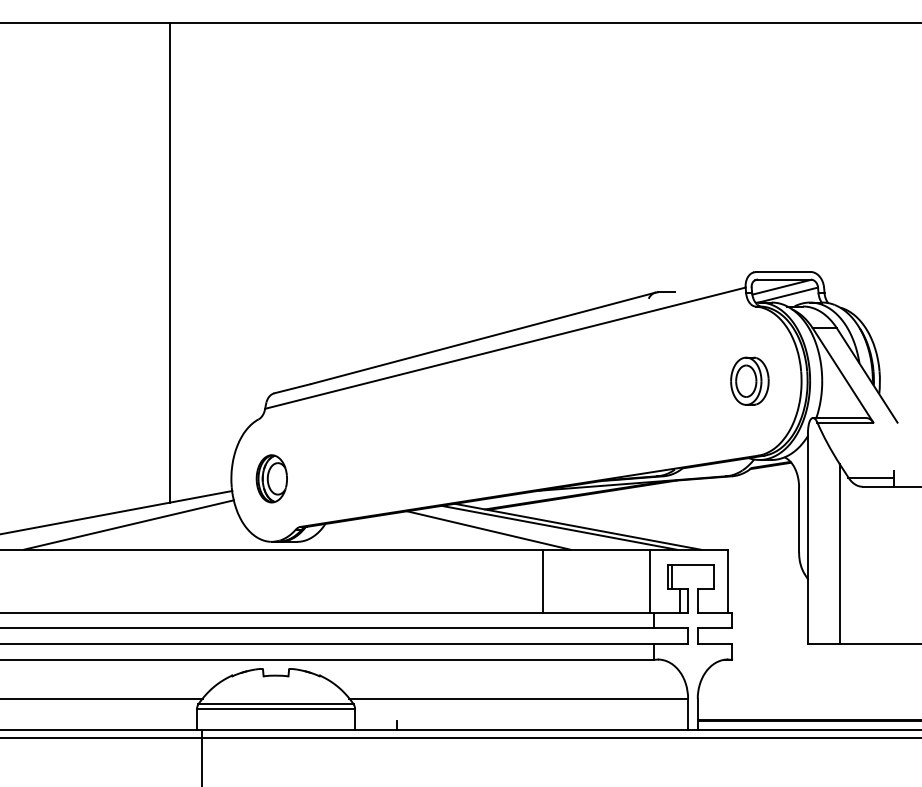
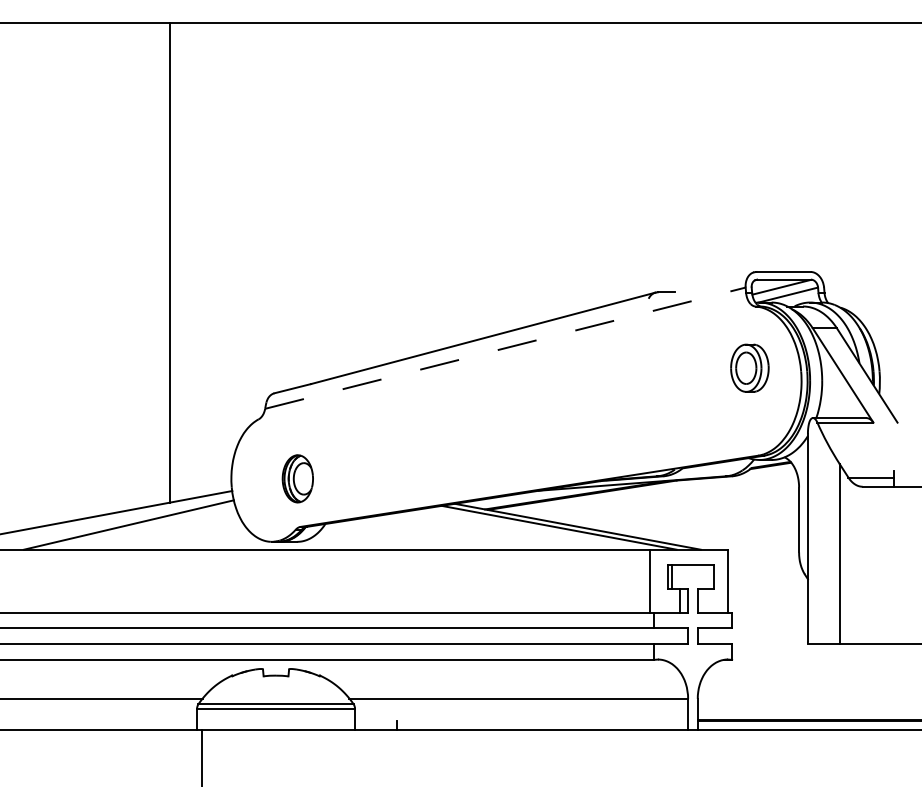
line at (505, 348): solid -> dashed
part at (749, 380) position: (749, 380) -> (749, 367)
part at (271, 478) position: (271, 478) -> (297, 478)
line at (488, 530): present -> none
line at (543, 580): present -> none
line at (460, 738): present -> none
